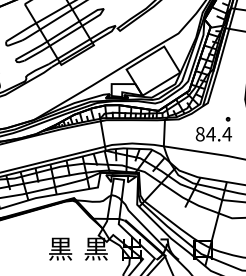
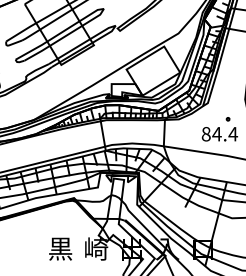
text at (213, 134) position: (213, 134) -> (219, 134)
text at (96, 248): 黒 -> 崎
